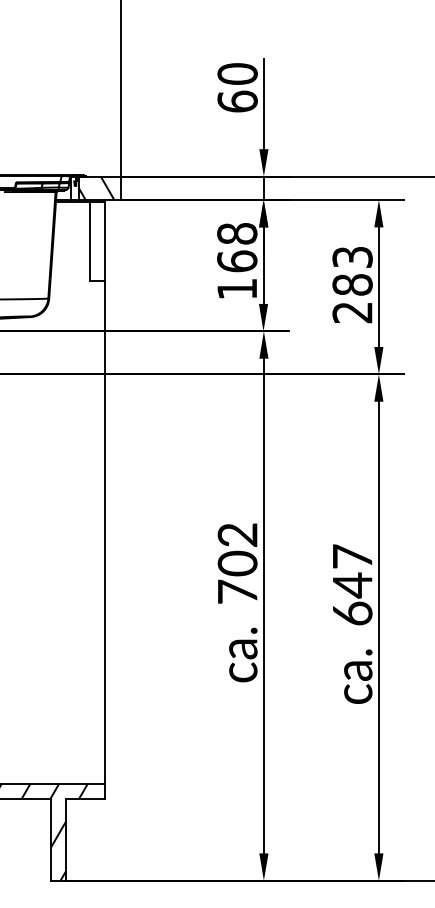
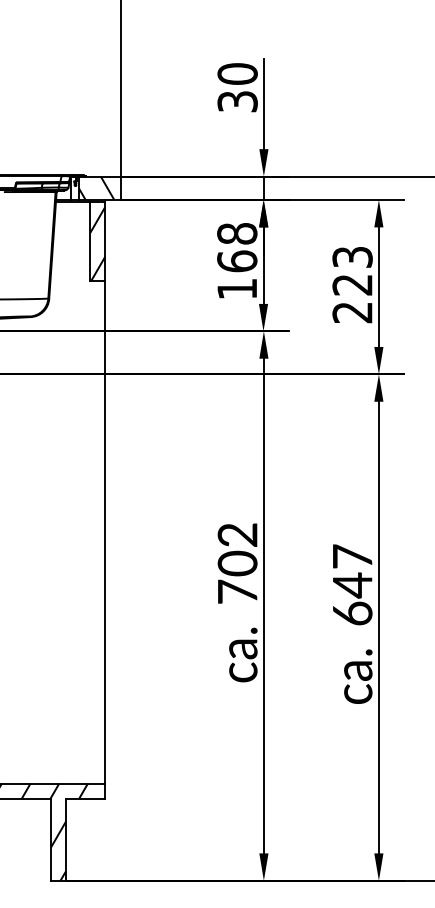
text at (237, 101): 60 -> 30
hatch at (97, 243): none -> present
text at (352, 284): 283 -> 223
